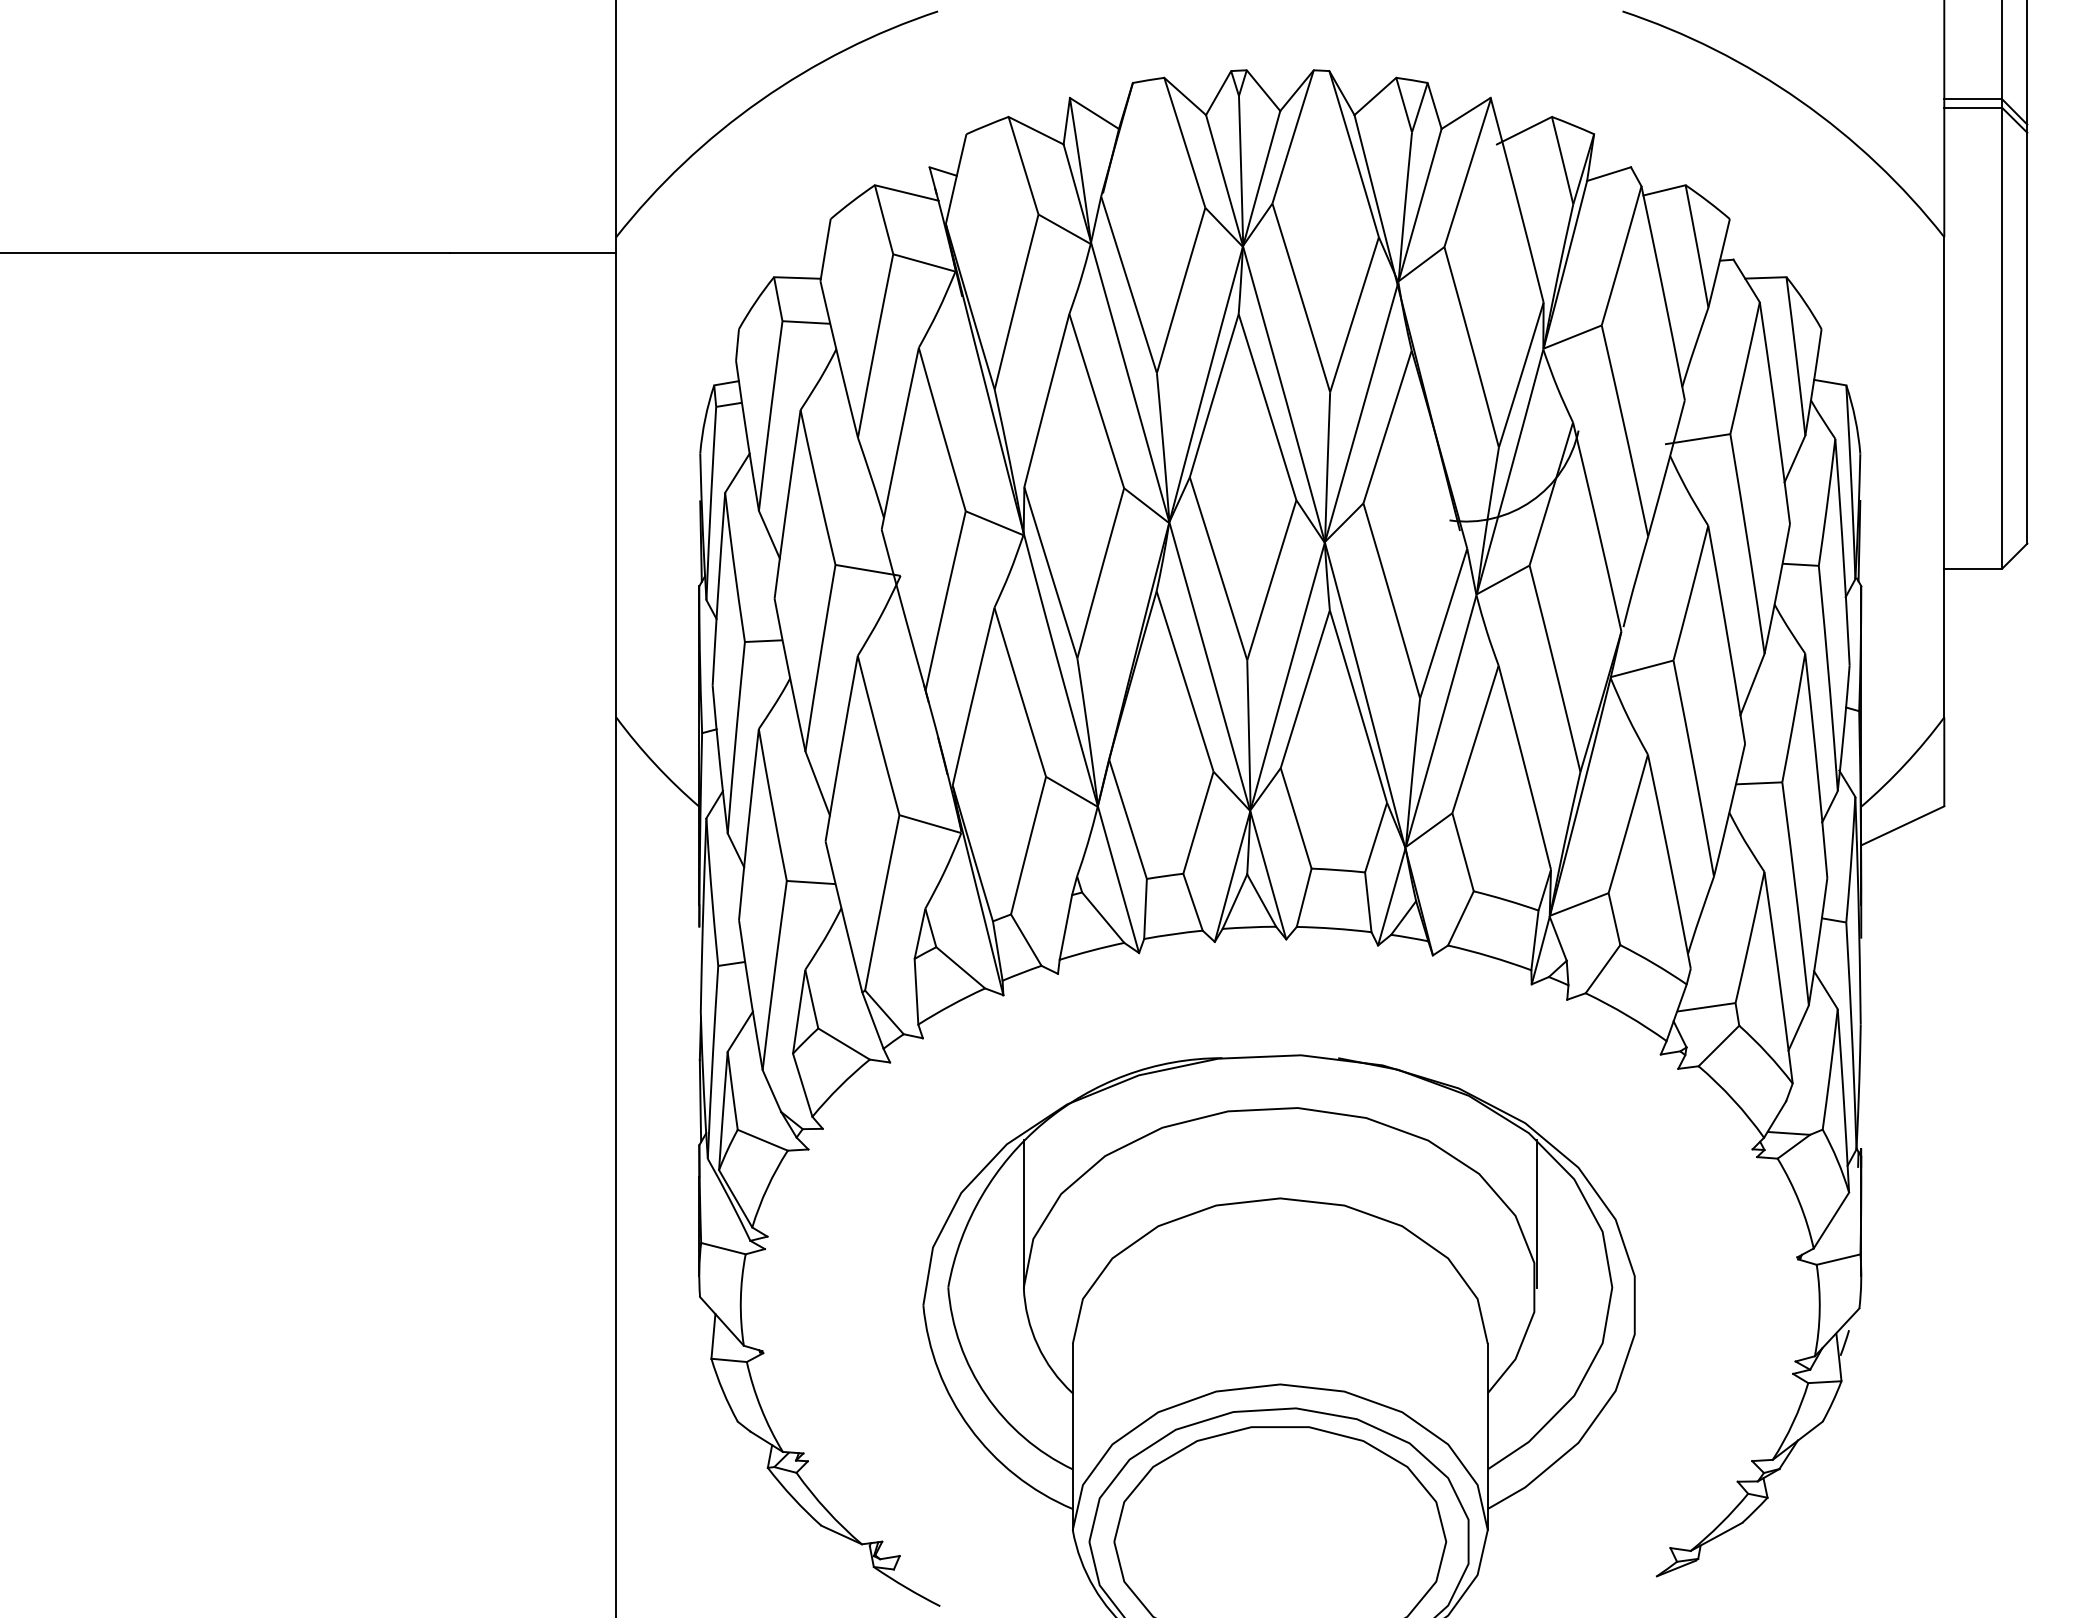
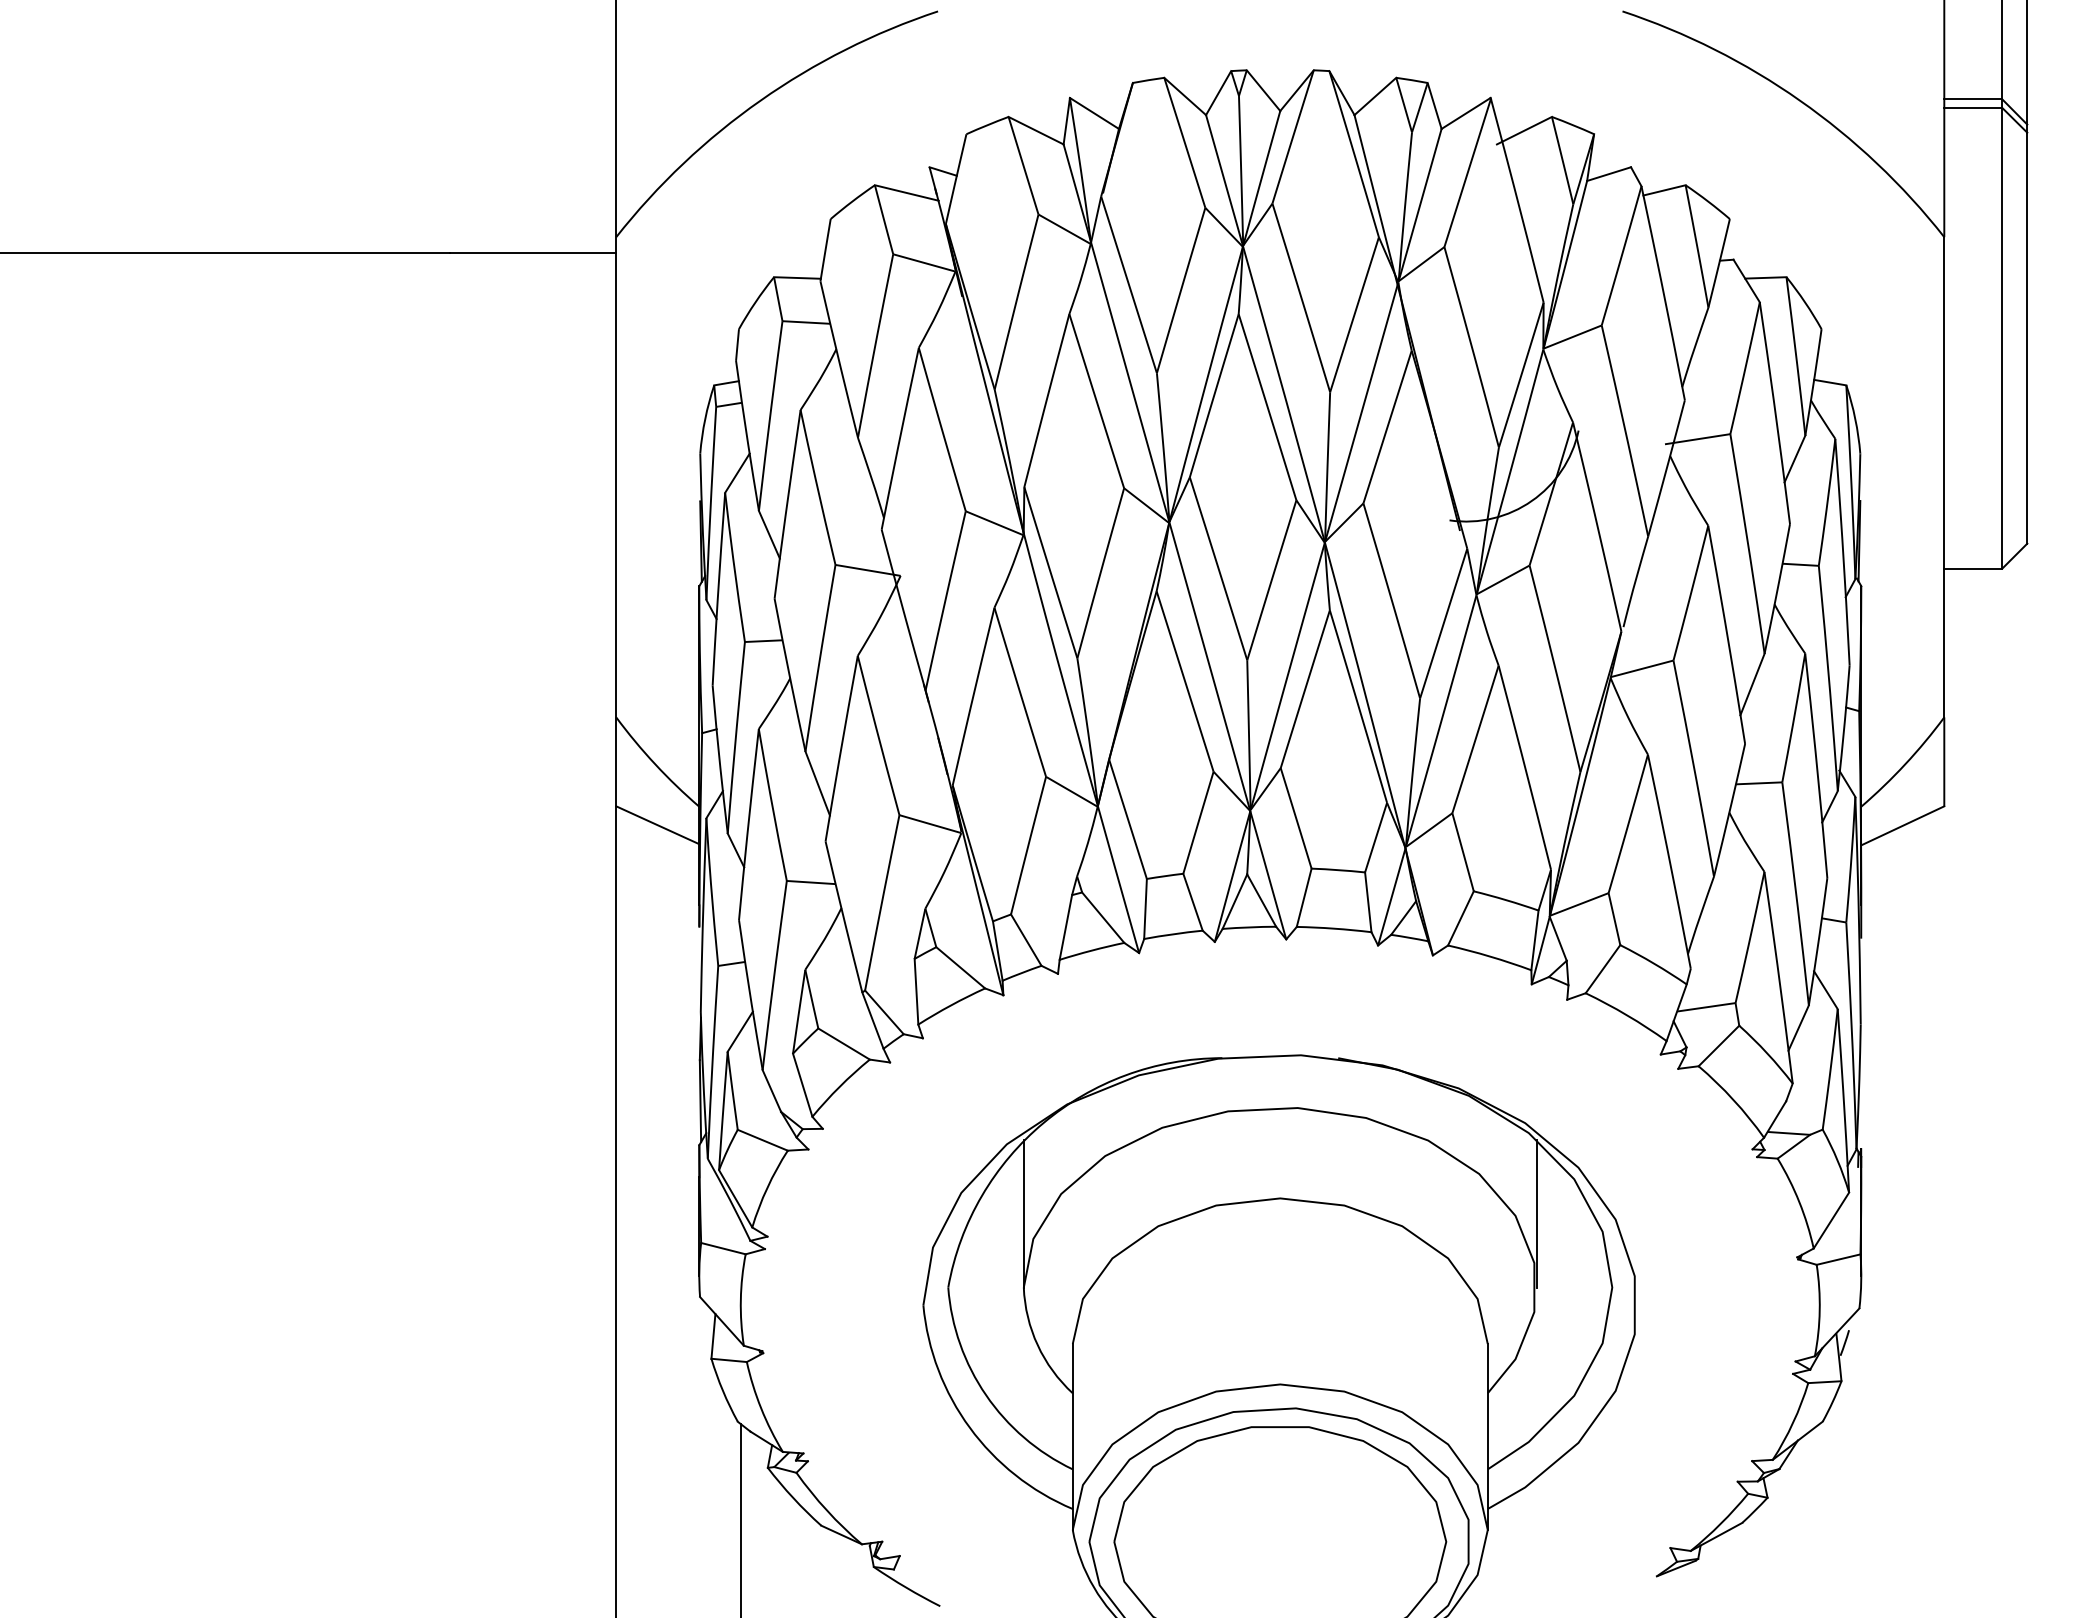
line at (657, 825): none -> present
line at (740, 1519): none -> present
